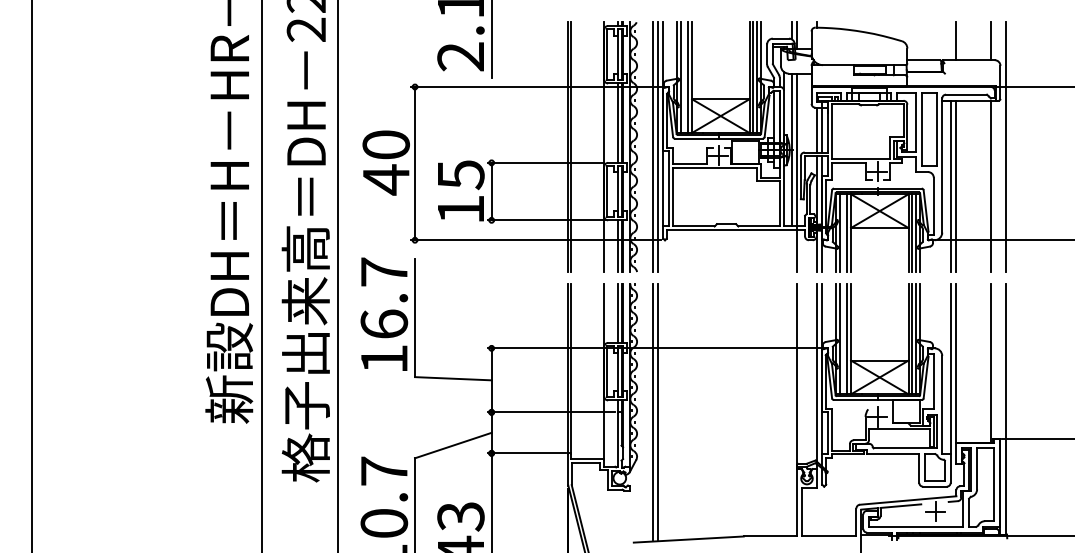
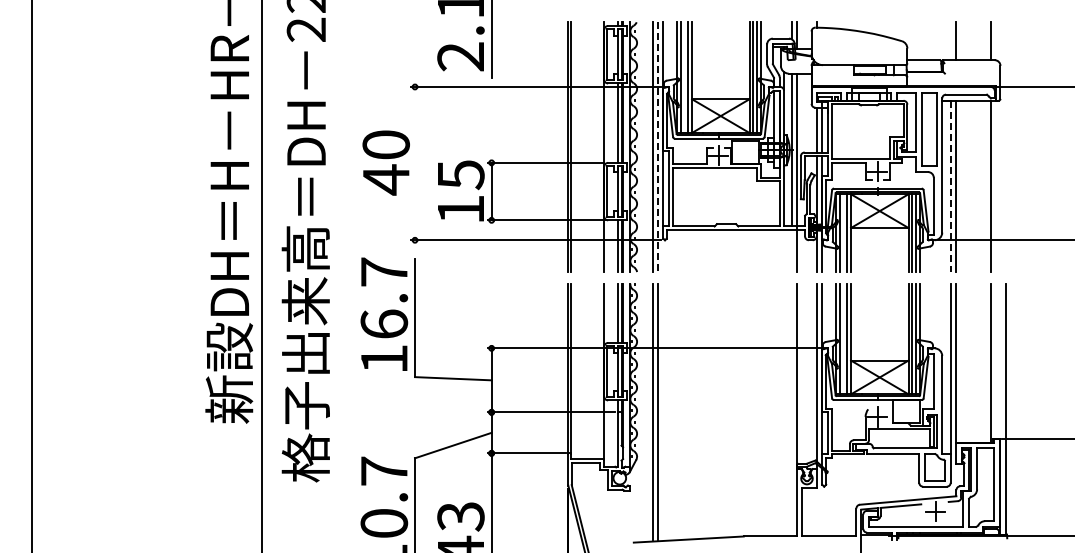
line at (657, 147): solid -> dashed
line at (1006, 147): present -> none
line at (415, 163): present -> none
line at (950, 186): solid -> dashed
line at (338, 275): present -> none
